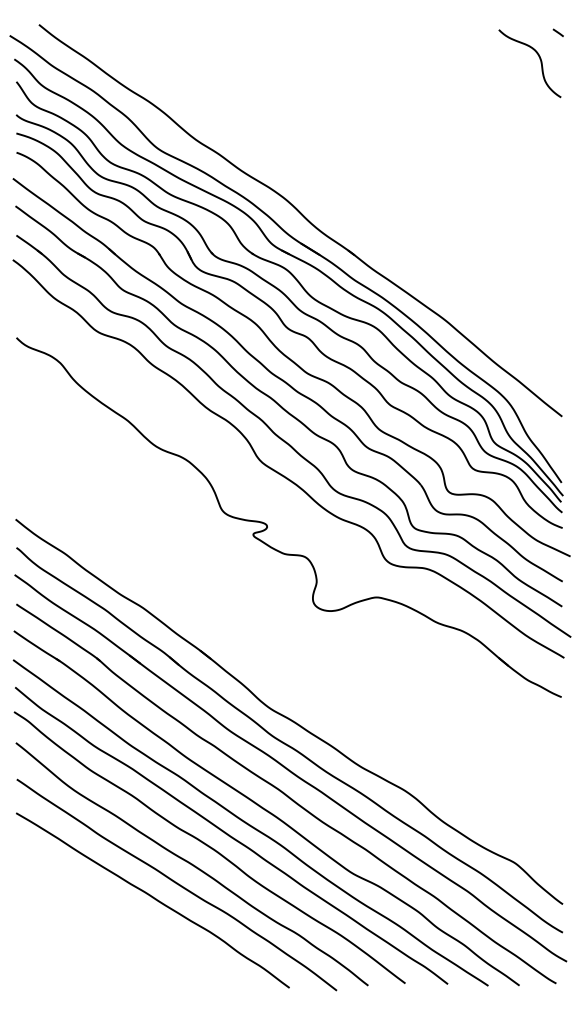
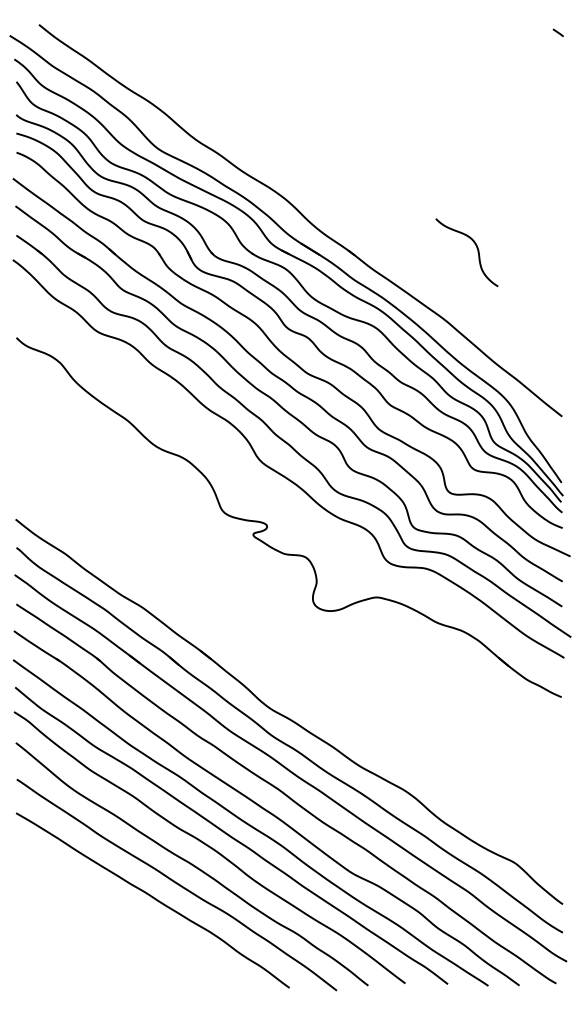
curve at (539, 59) position: (539, 59) -> (476, 248)
